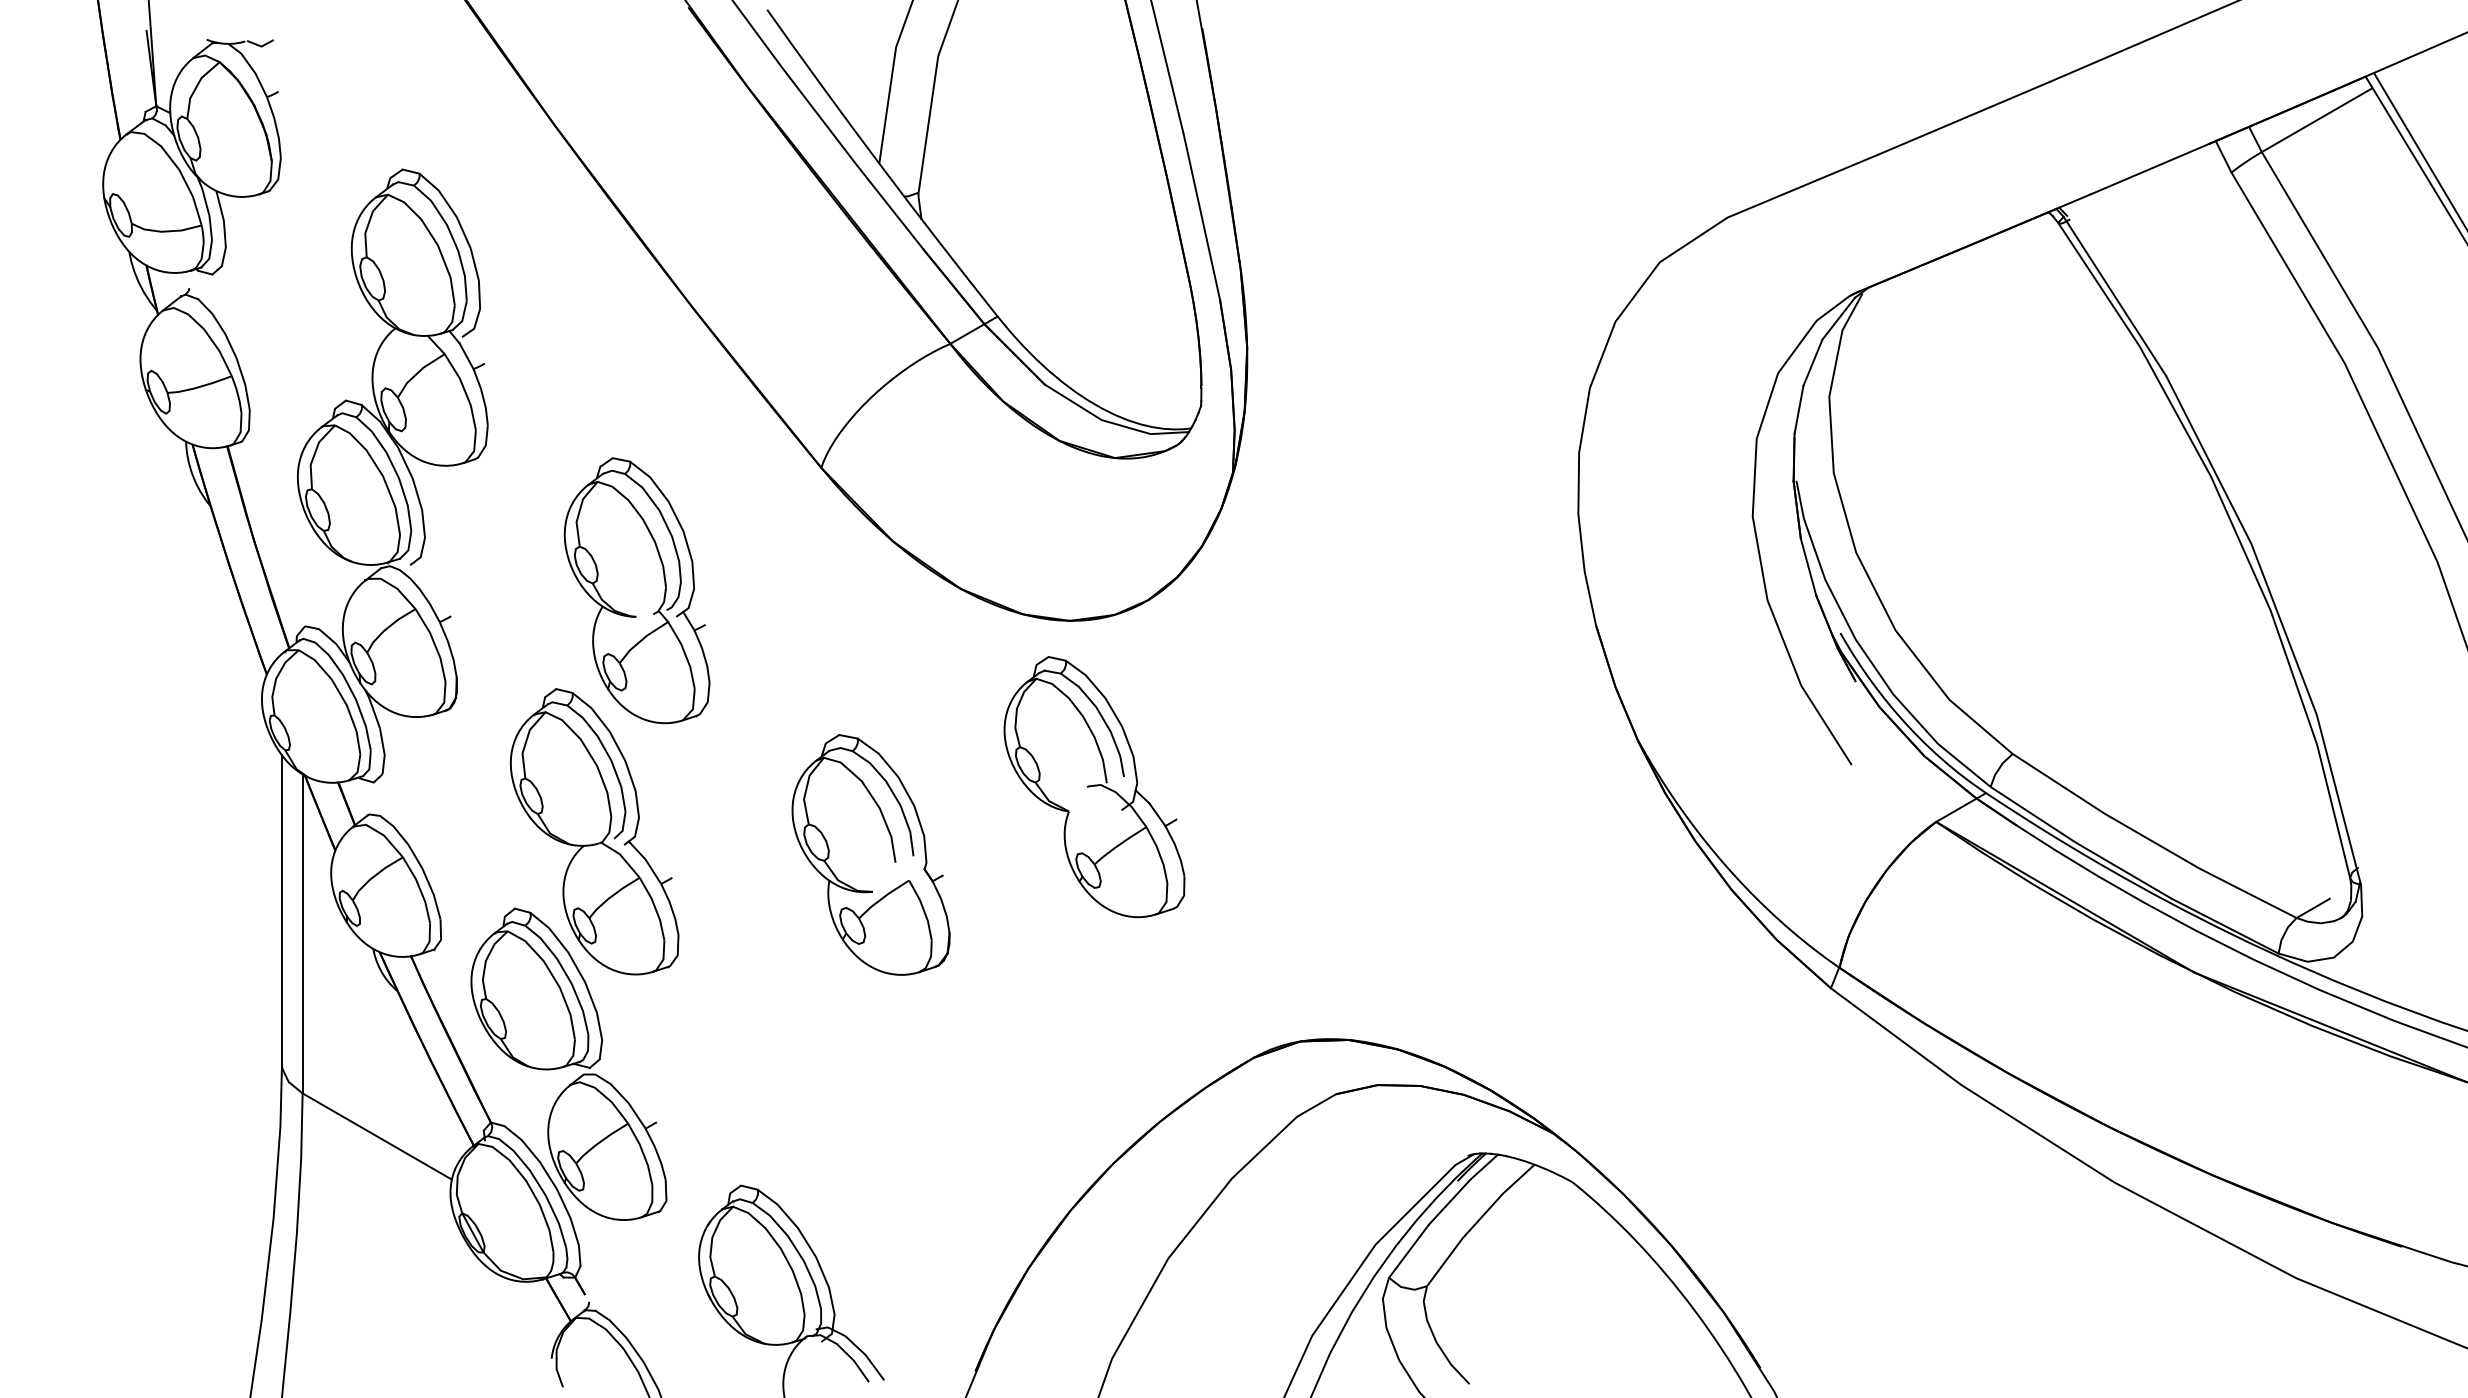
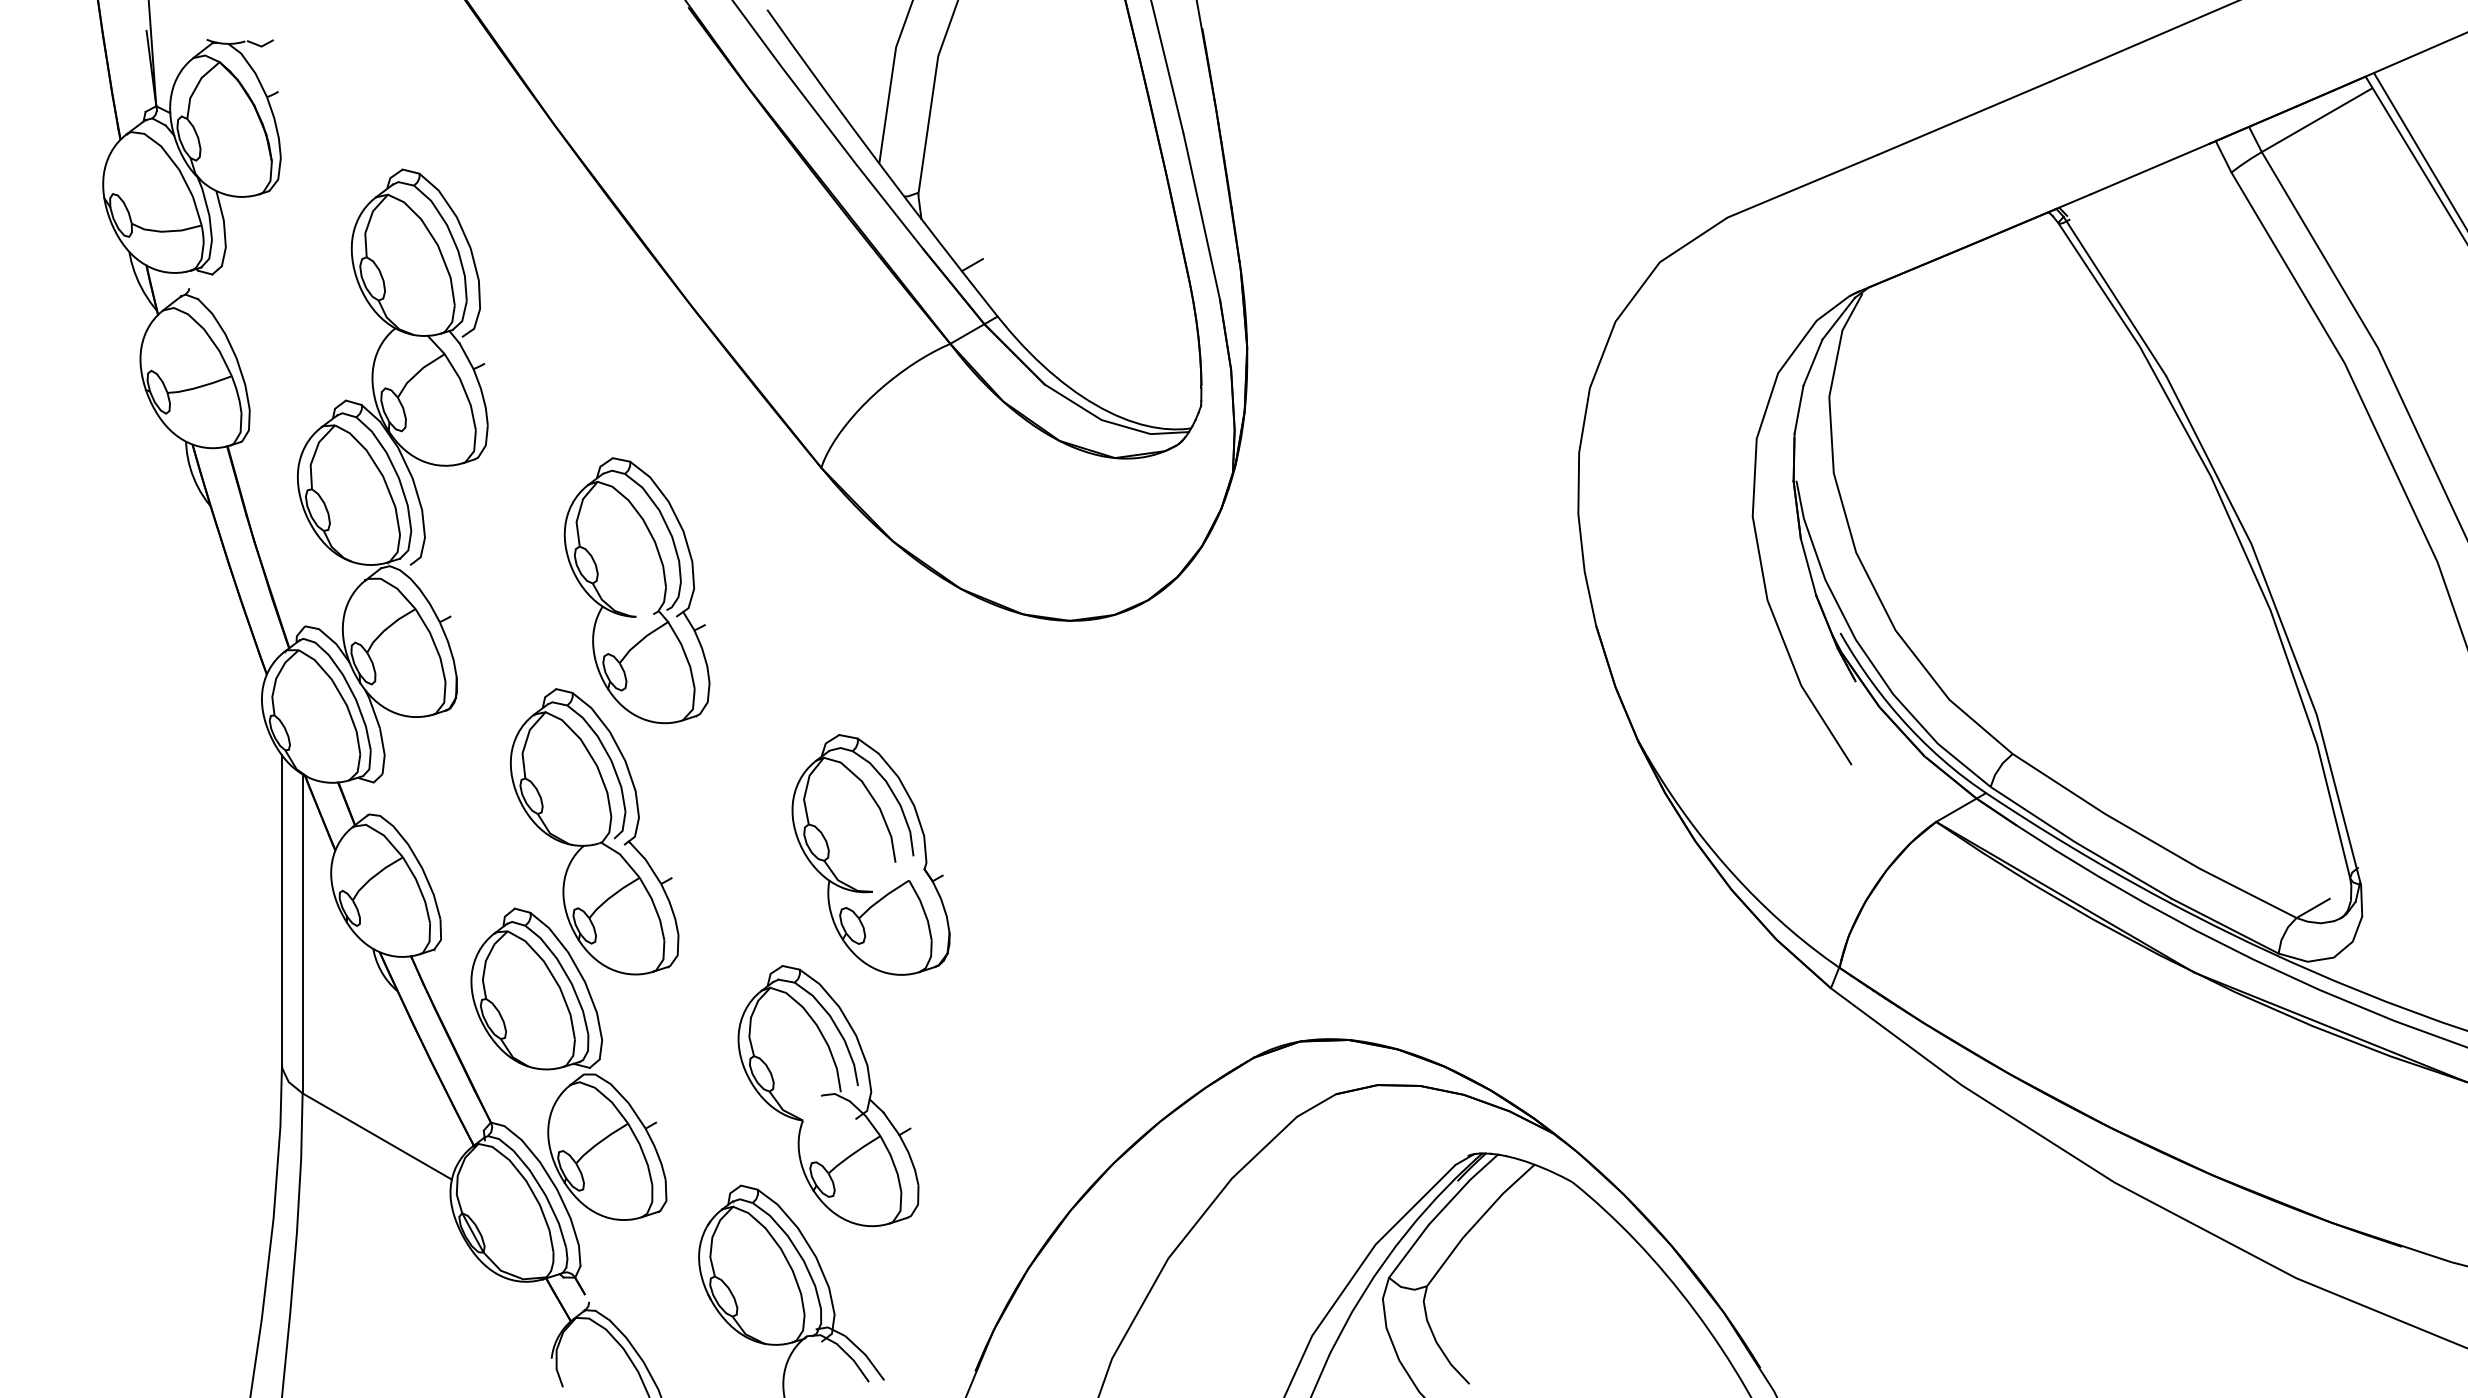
line at (971, 265): none -> present
part at (1094, 787) position: (1094, 787) -> (828, 1096)
